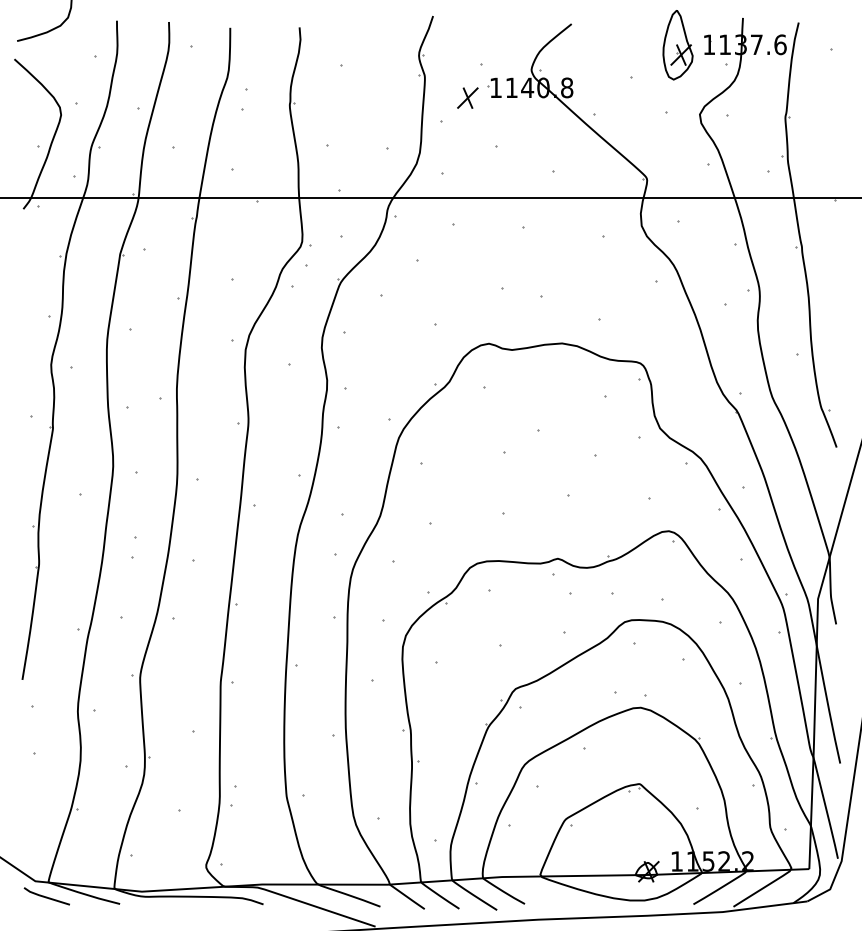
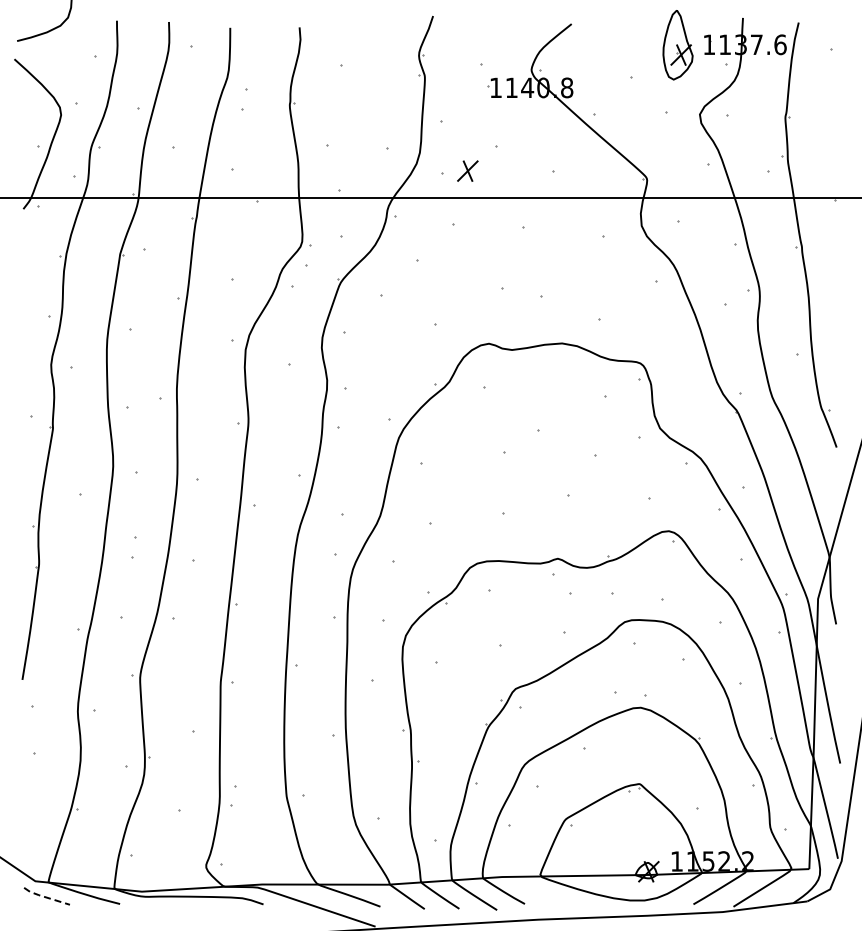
part at (467, 97) position: (467, 97) -> (467, 170)
line at (45, 897): solid -> dashed
